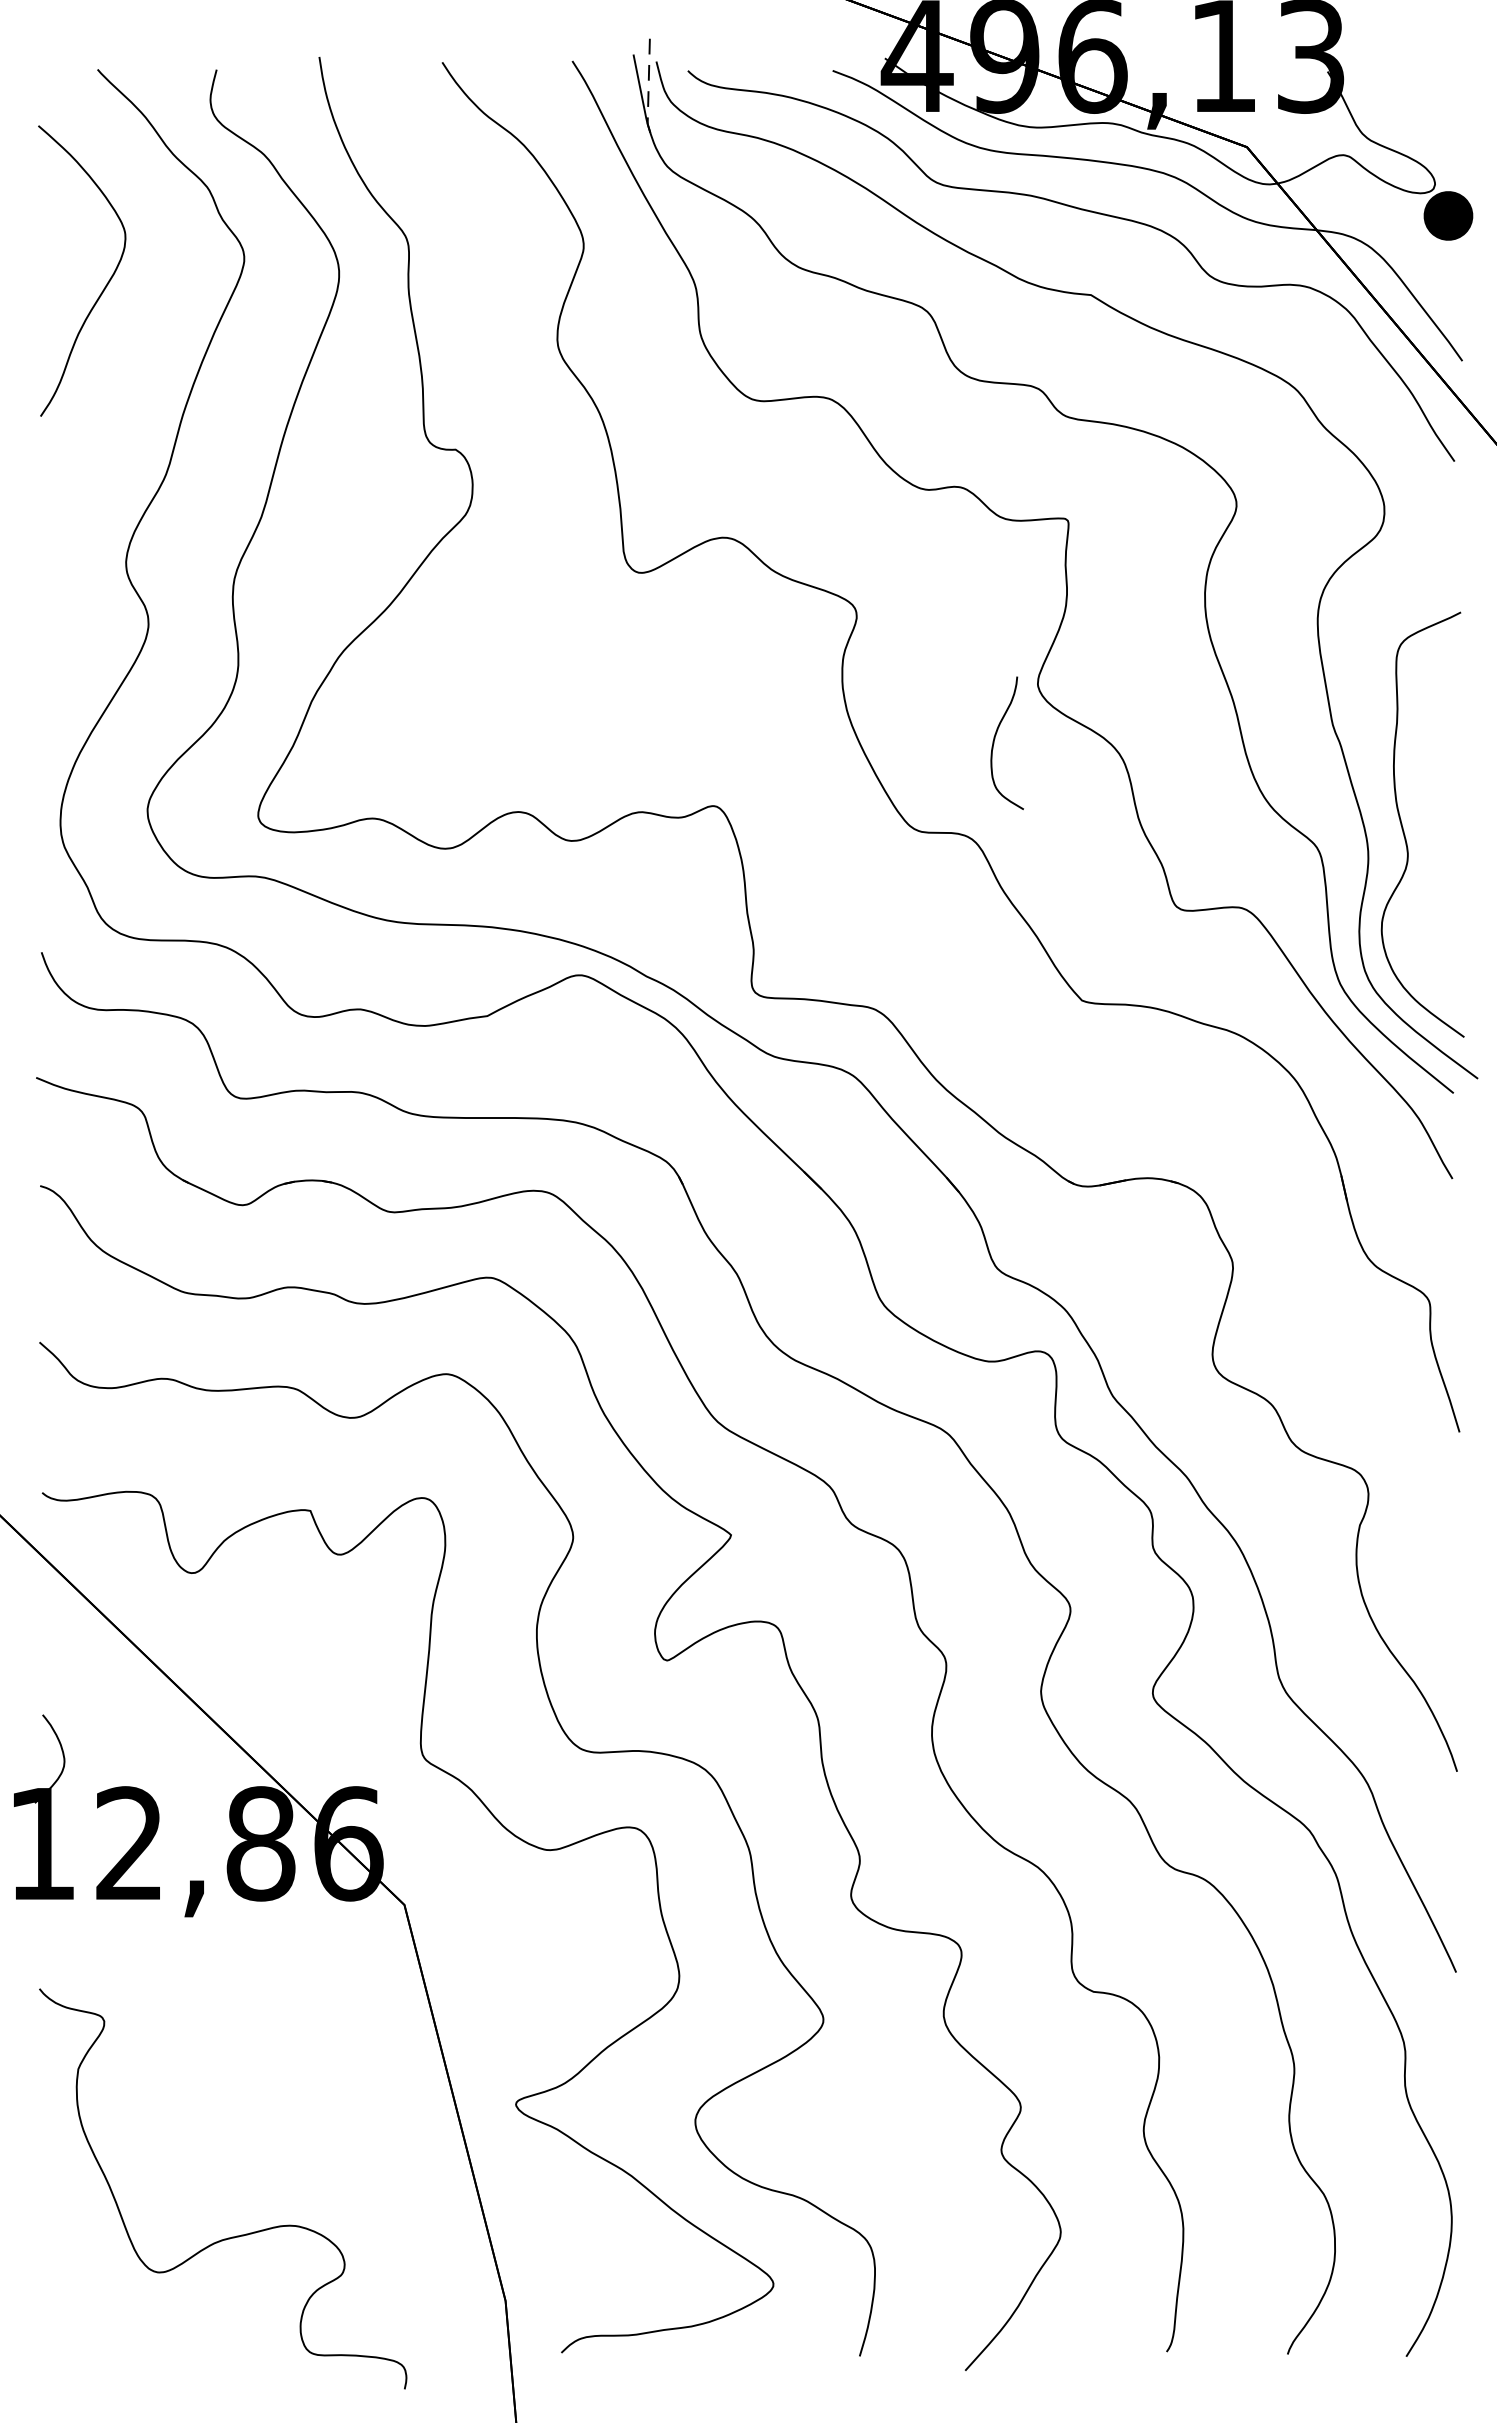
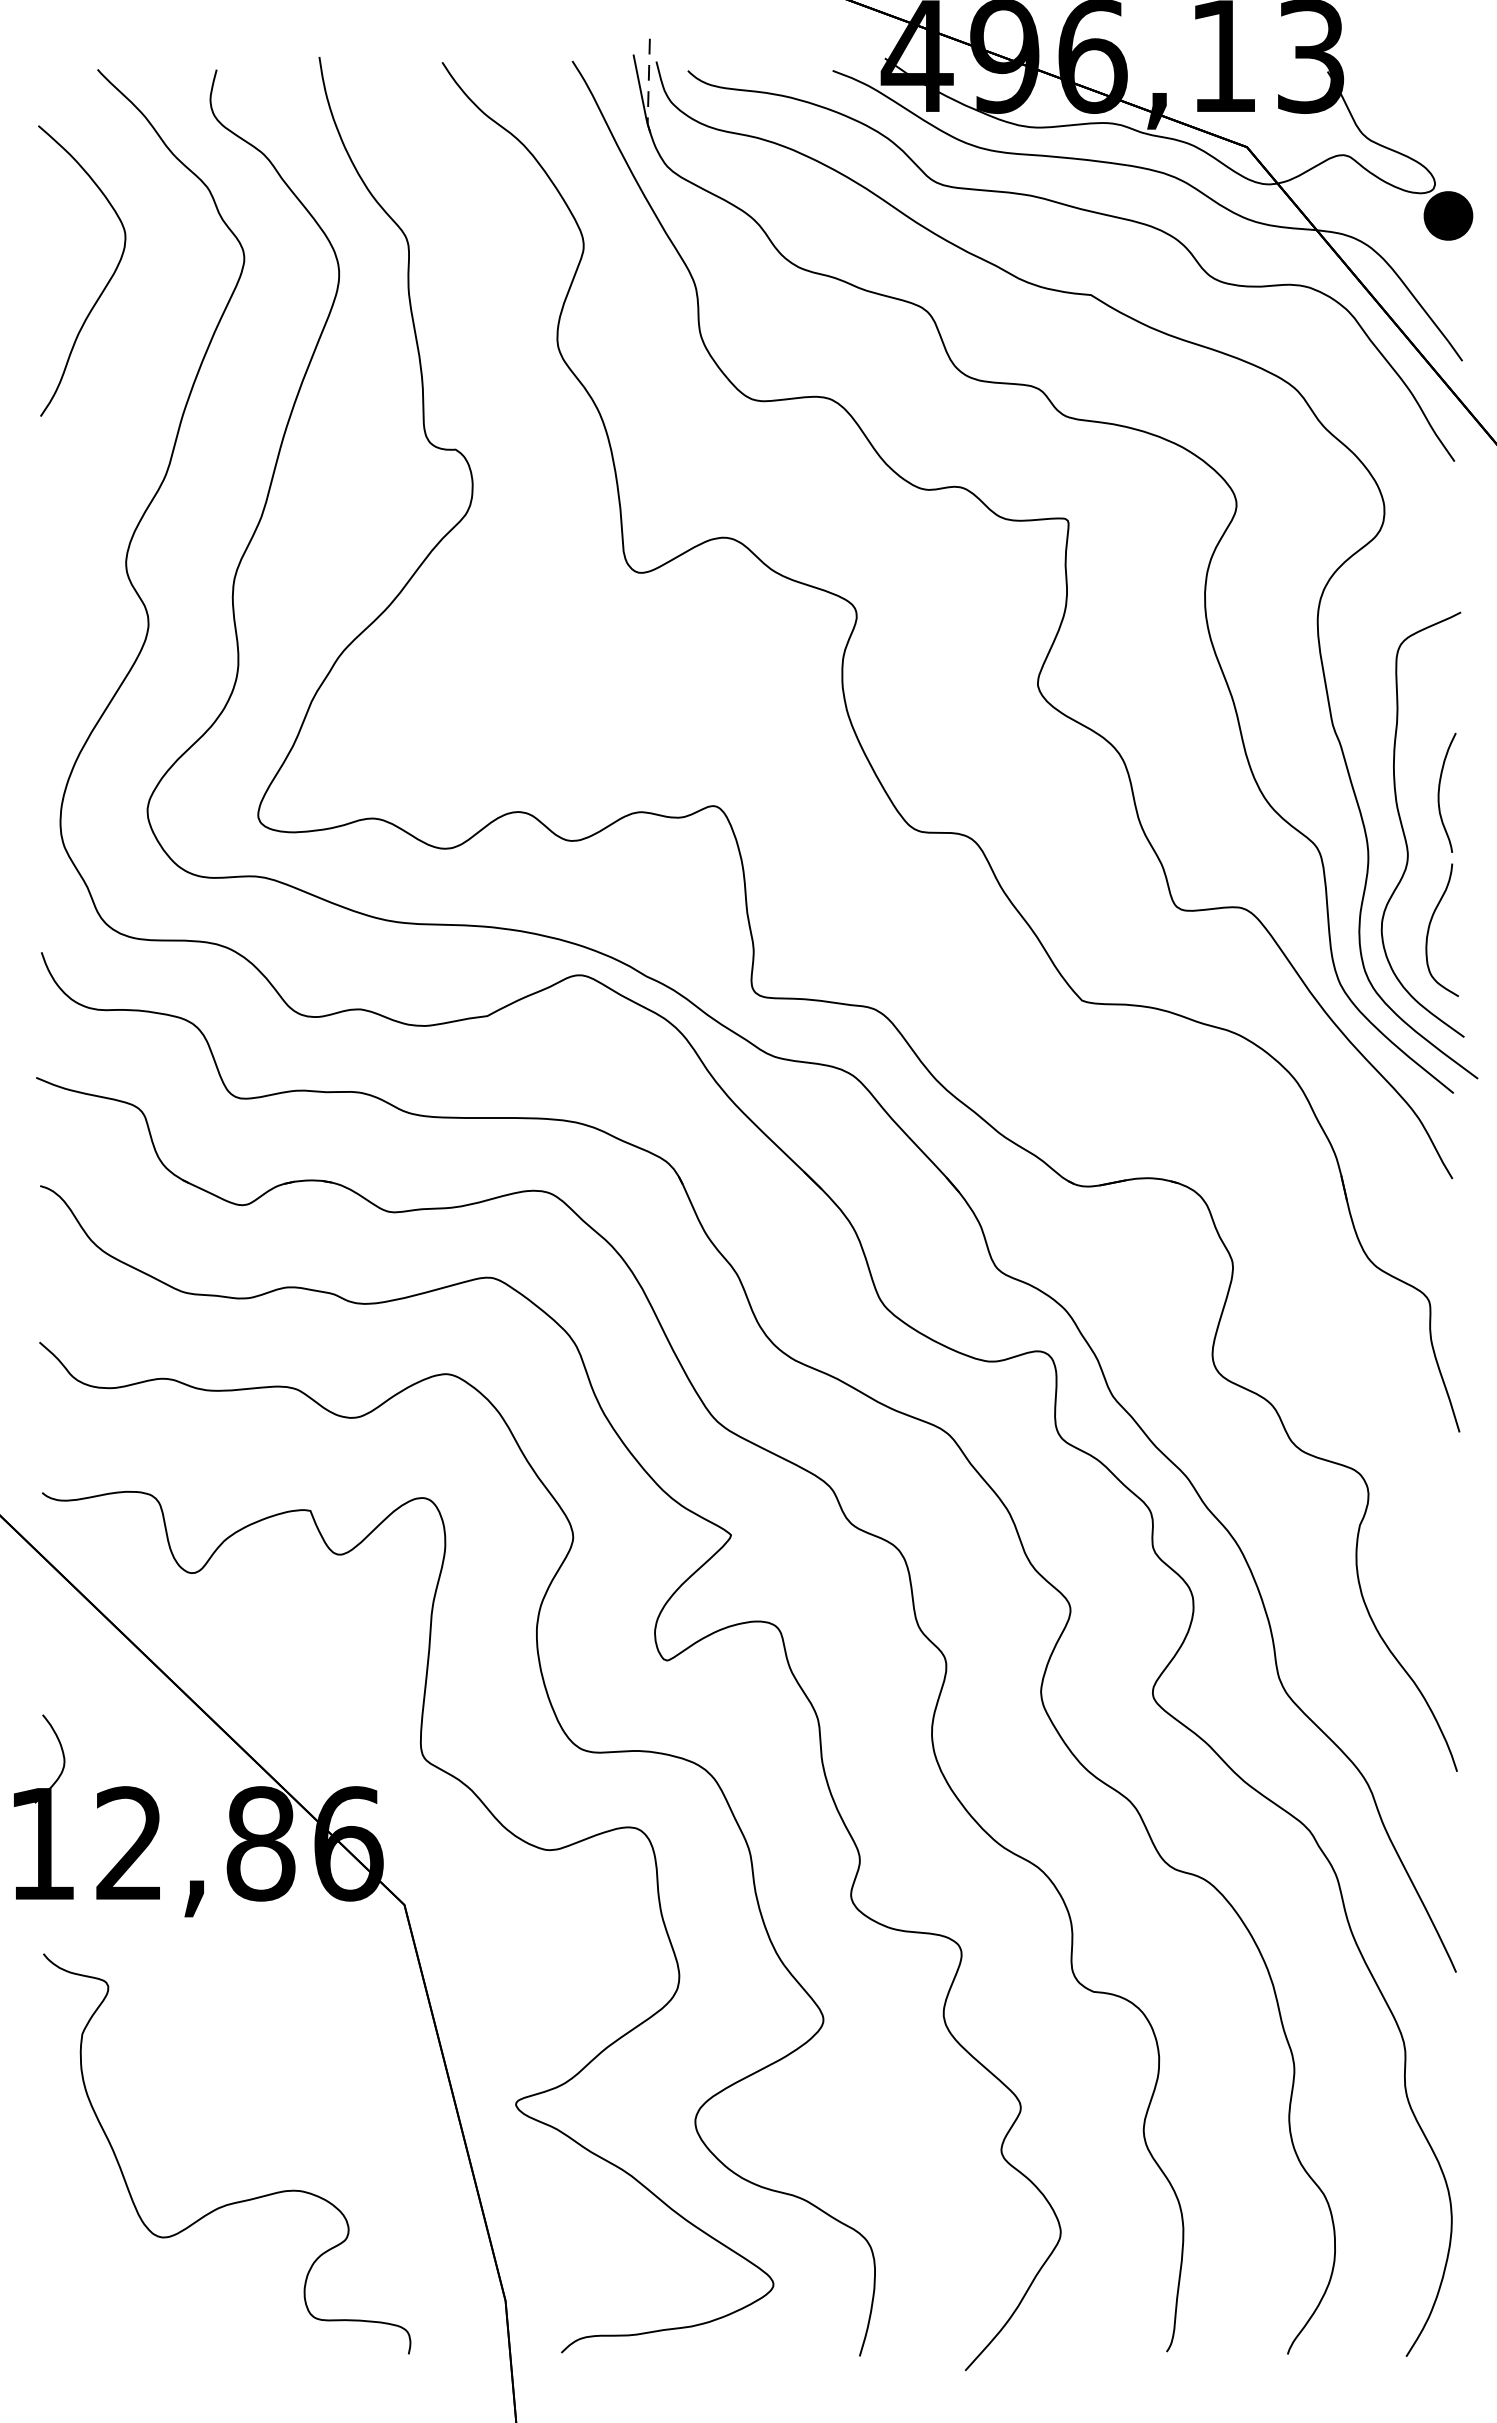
curve at (995, 739) position: (995, 739) -> (1430, 926)
curve at (1439, 792): none -> present
curve at (236, 2235) position: (236, 2235) -> (240, 2200)
